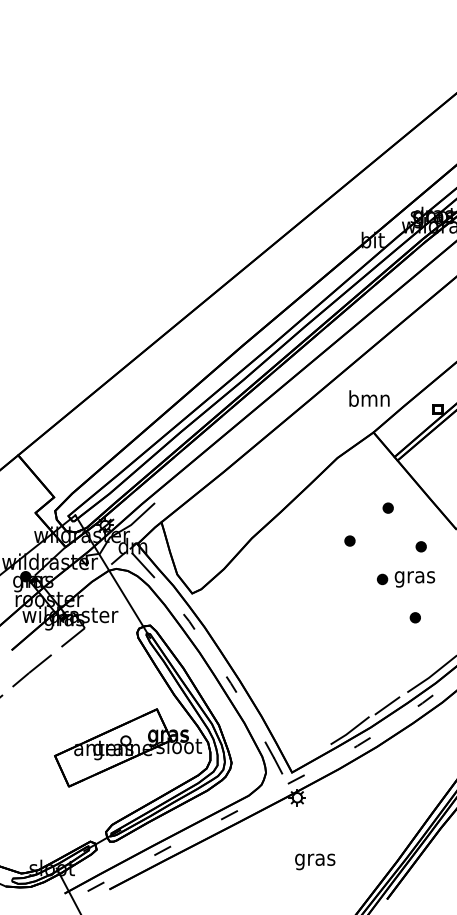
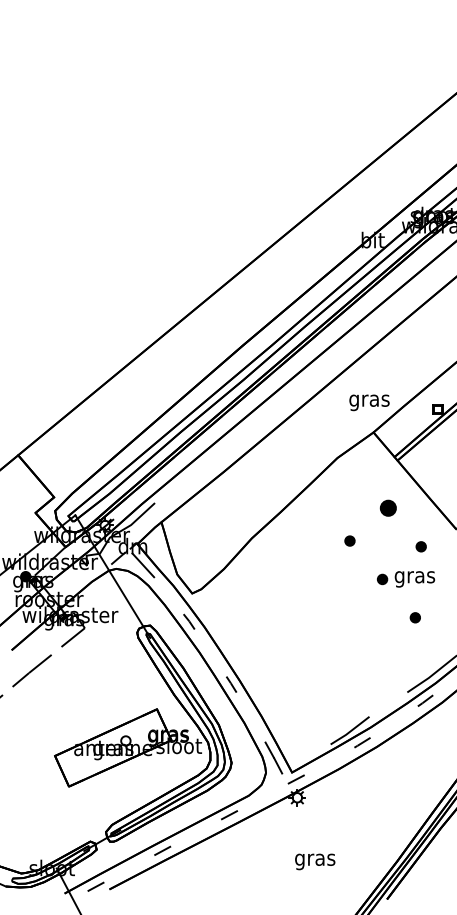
text at (369, 400): bmn -> gras
part at (387, 507) size: 12x12 px -> 18x18 px
line at (387, 705): present -> none
